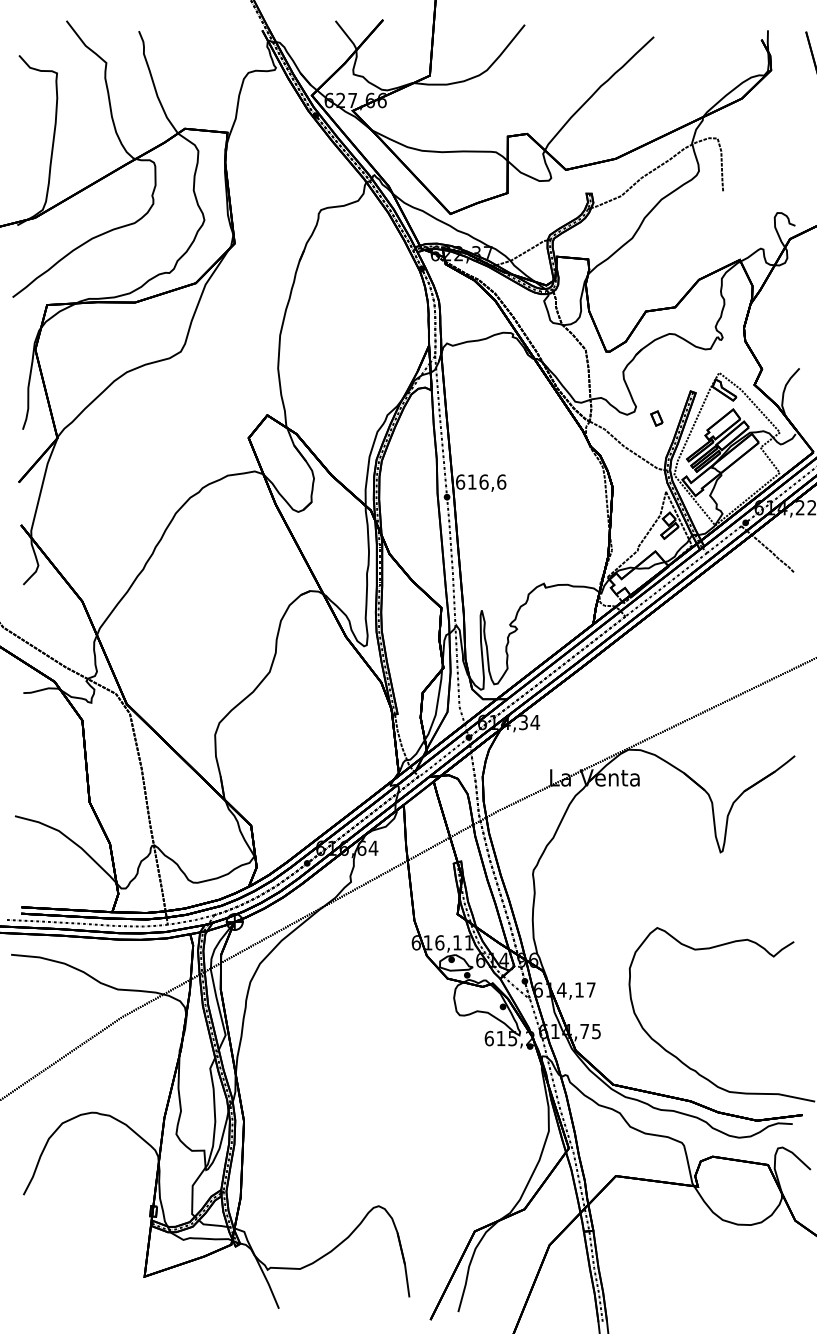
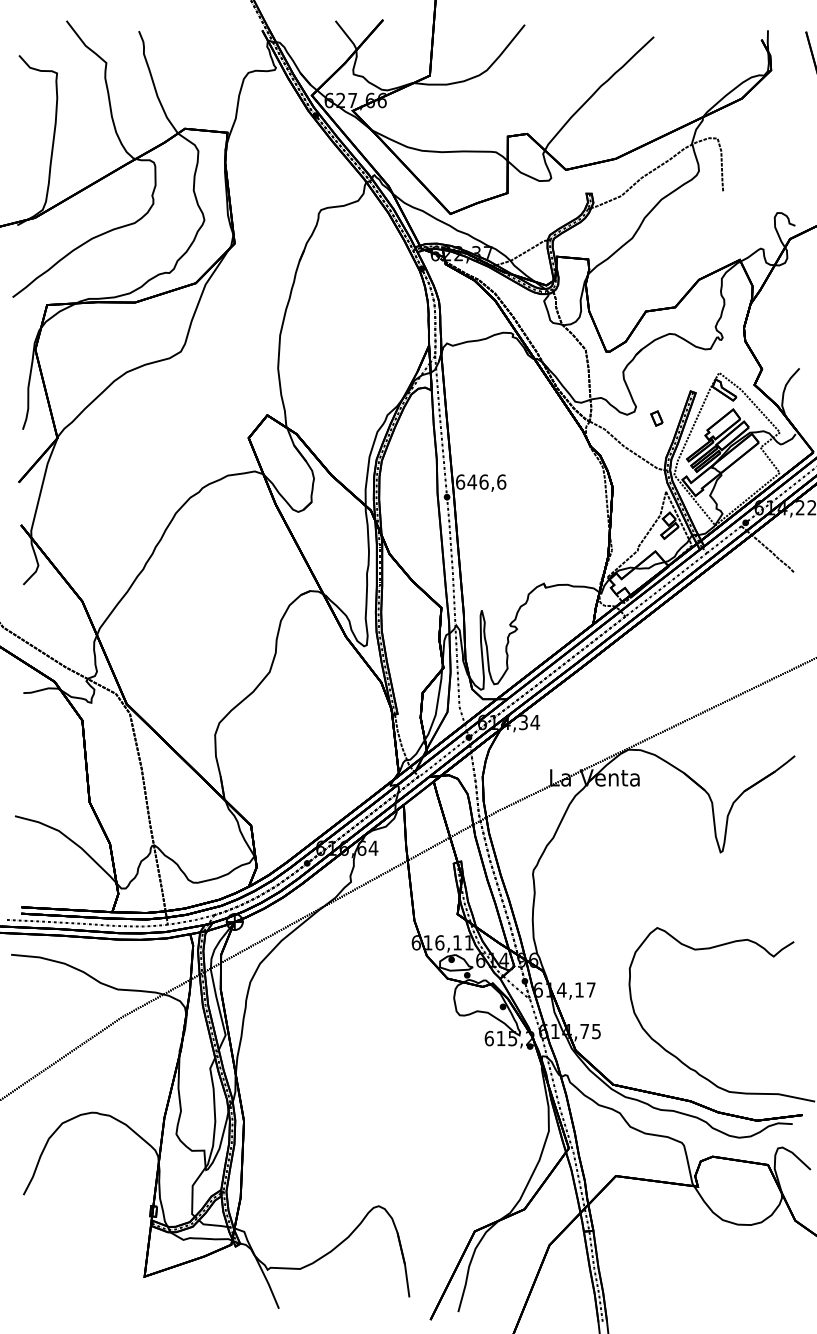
text at (472, 481): 616,6 -> 646,6
